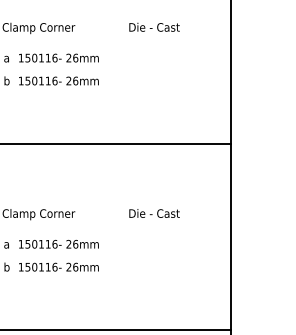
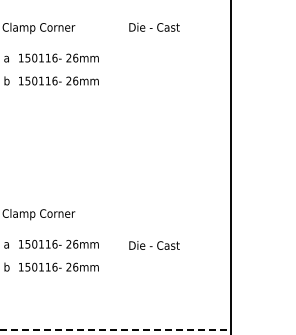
line at (116, 144): present -> none
text at (154, 213) position: (154, 213) -> (154, 245)
line at (115, 330): solid -> dashed
